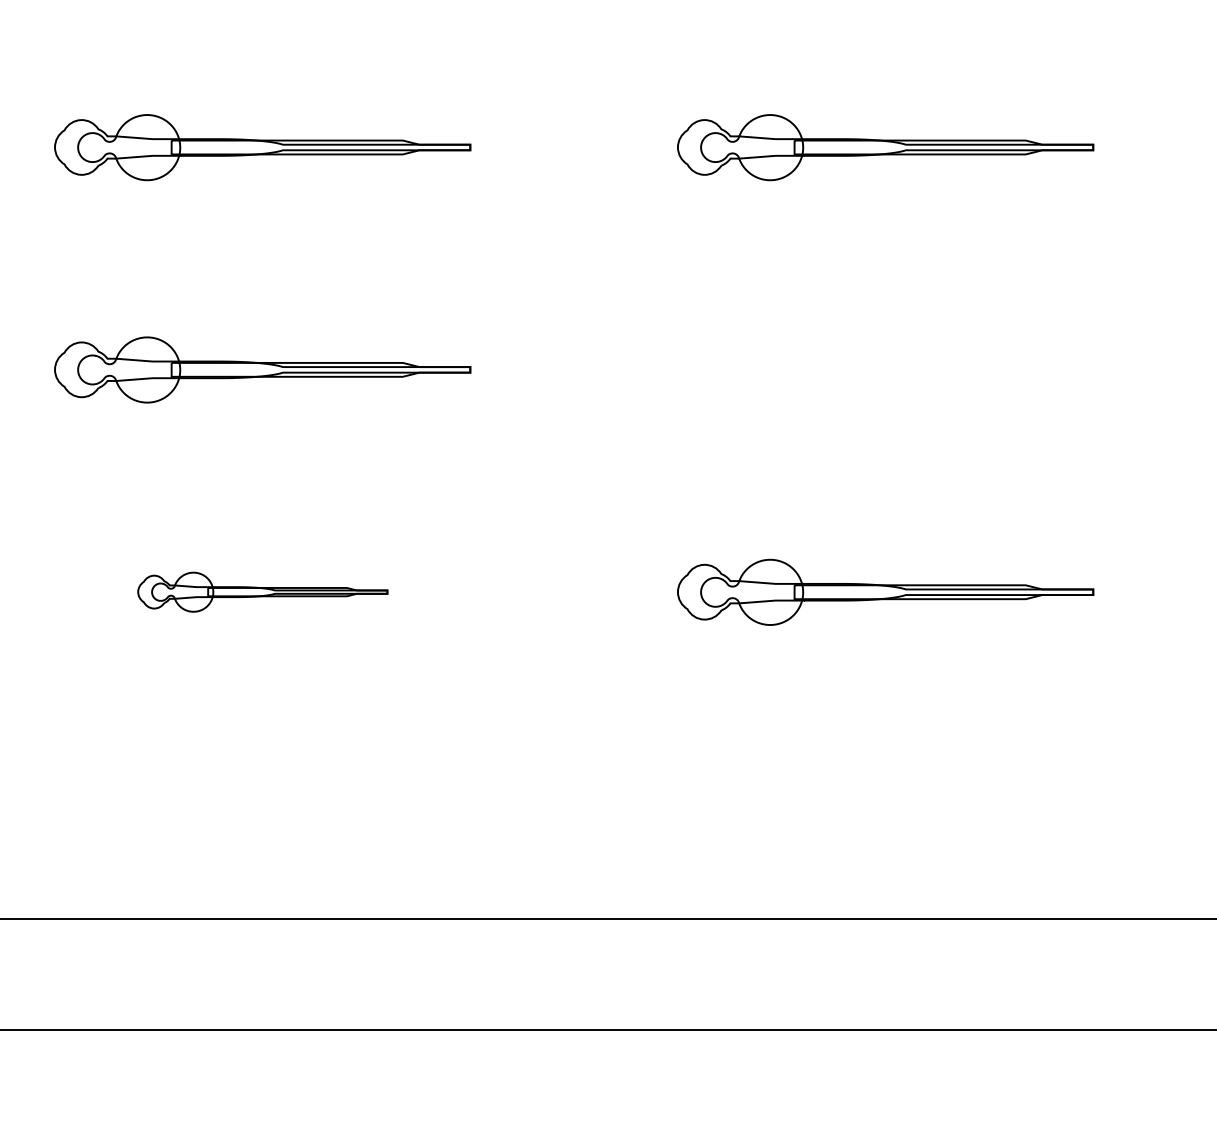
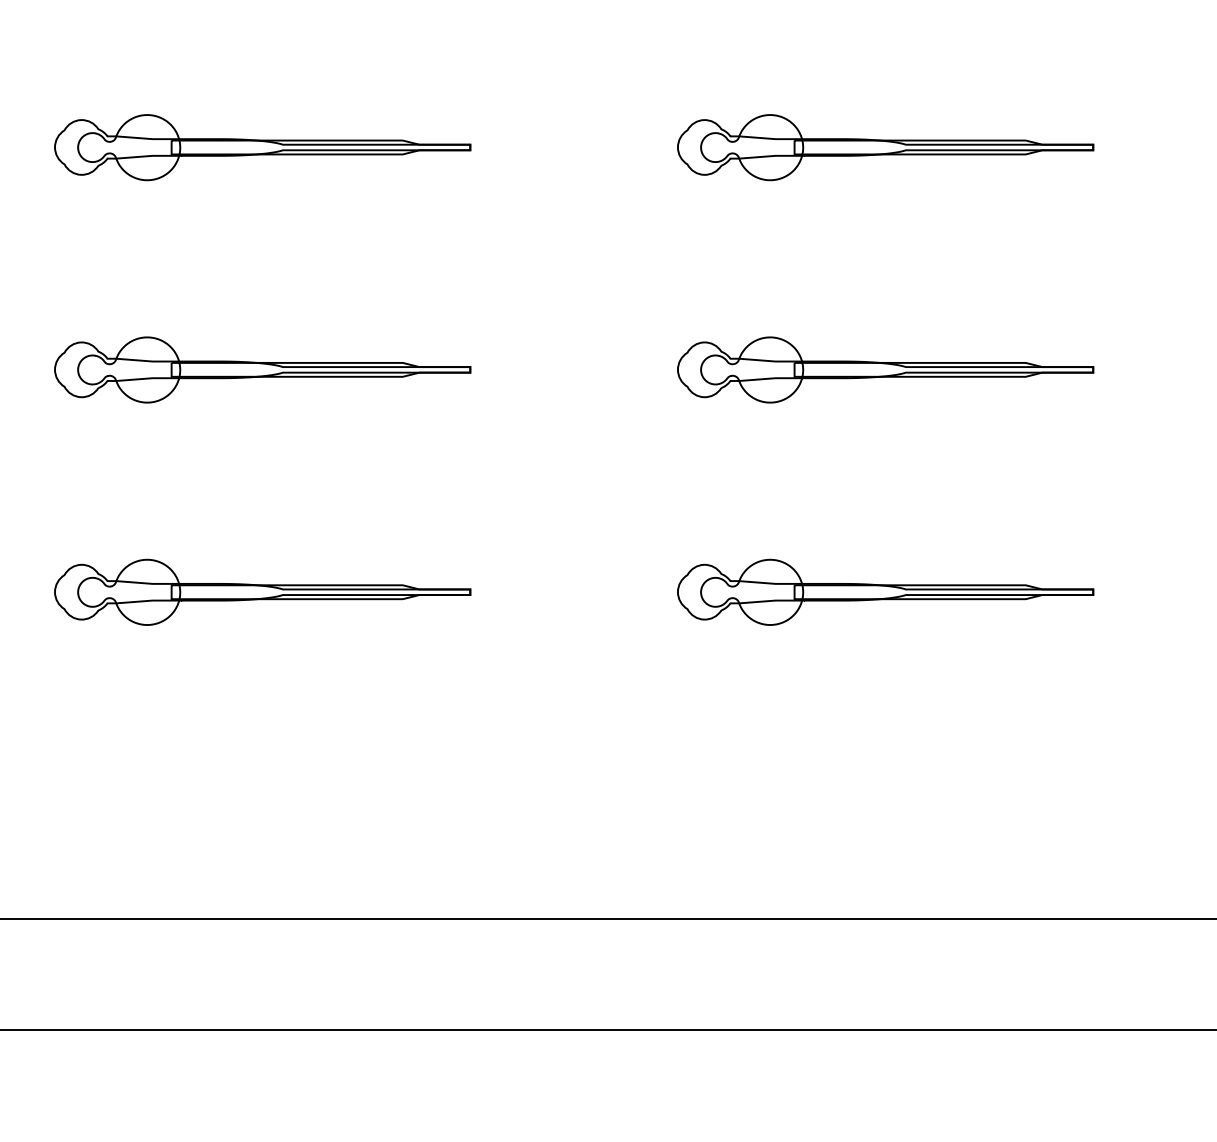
part at (885, 369): none -> present
part at (262, 591) size: 252x42 px -> 418x68 px
